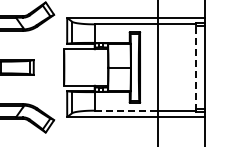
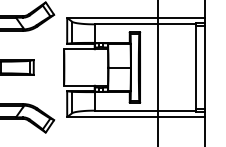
line at (195, 67): dashed -> solid
line at (126, 110): dashed -> solid
